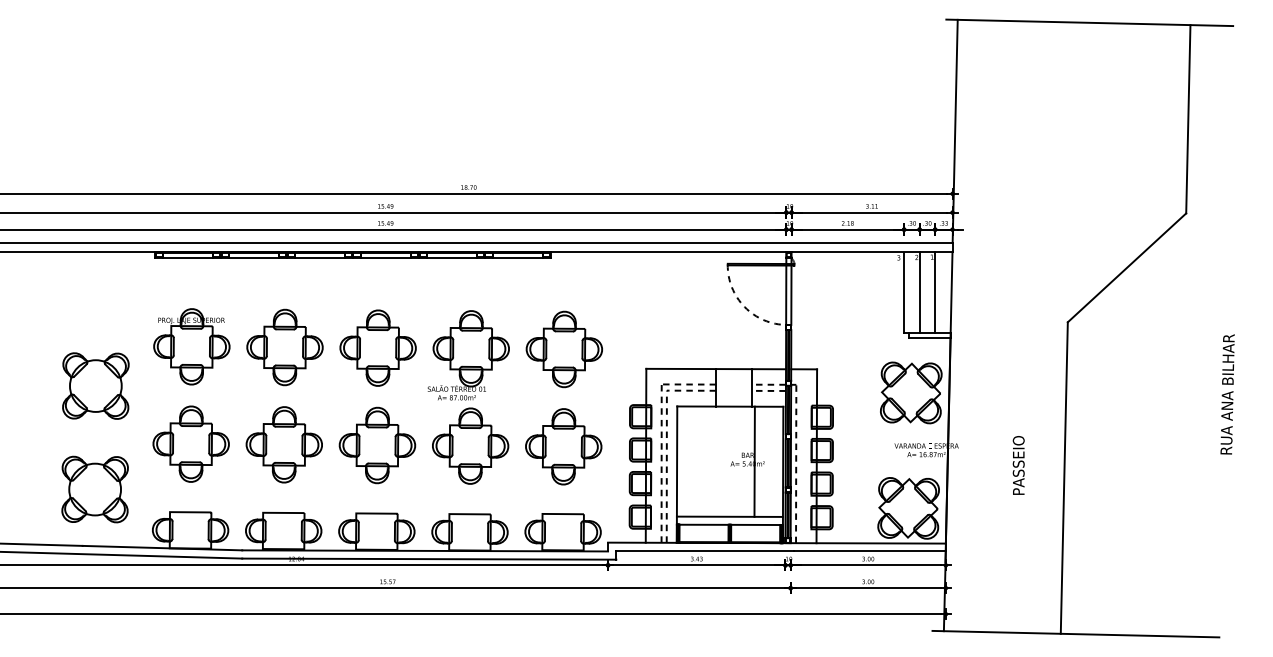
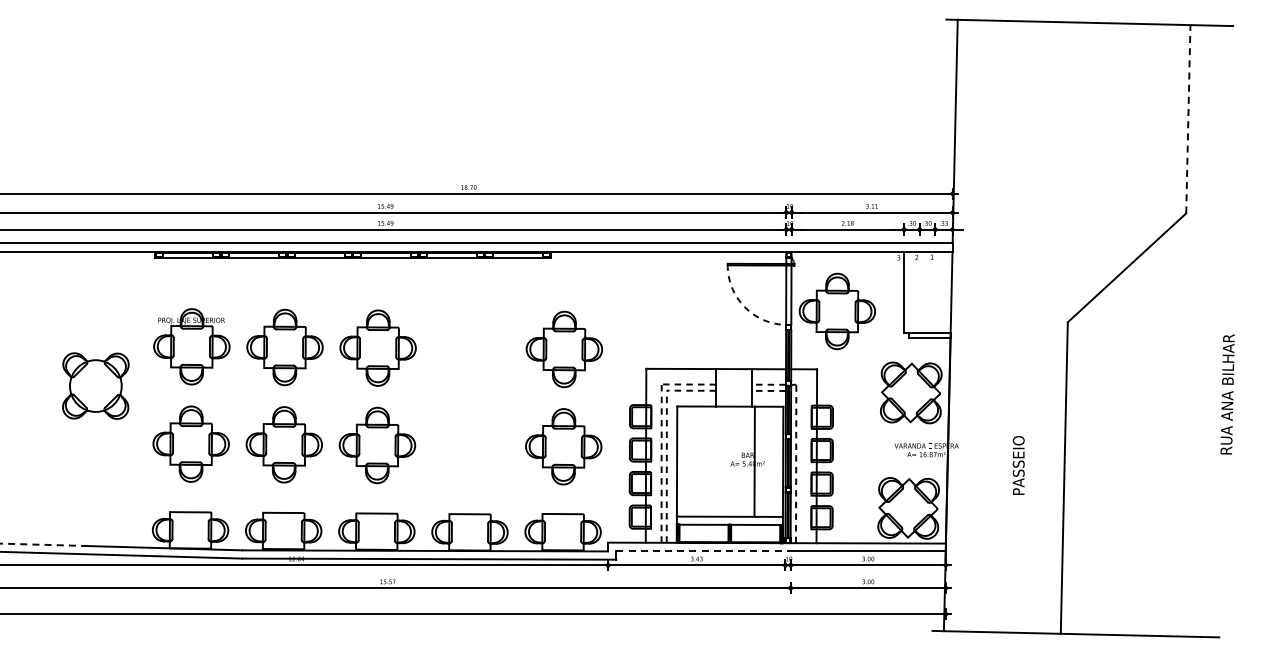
line at (1188, 118): solid -> dashed
line at (919, 292): present -> none
line at (935, 292): present -> none
part at (836, 311): none -> present
part at (468, 397): present -> none
part at (94, 489): present -> none
line at (41, 544): solid -> dashed
line at (705, 550): solid -> dashed
